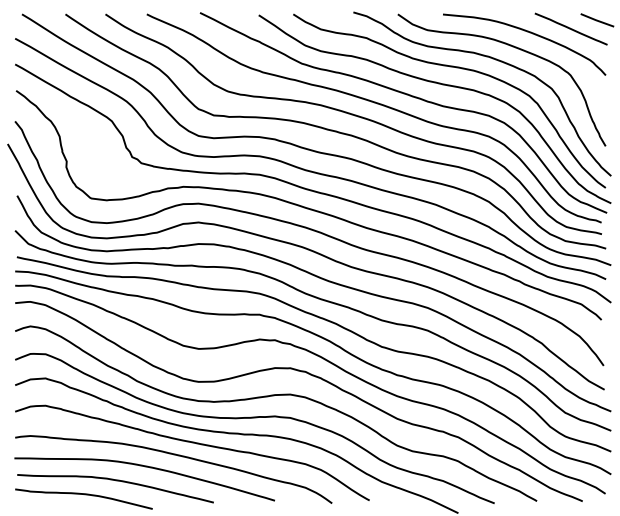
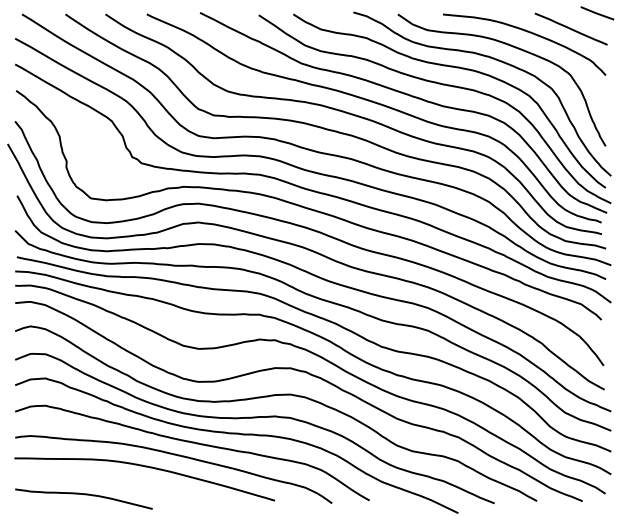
line at (597, 20) position: (597, 20) -> (597, 13)
curve at (115, 481): present -> none
